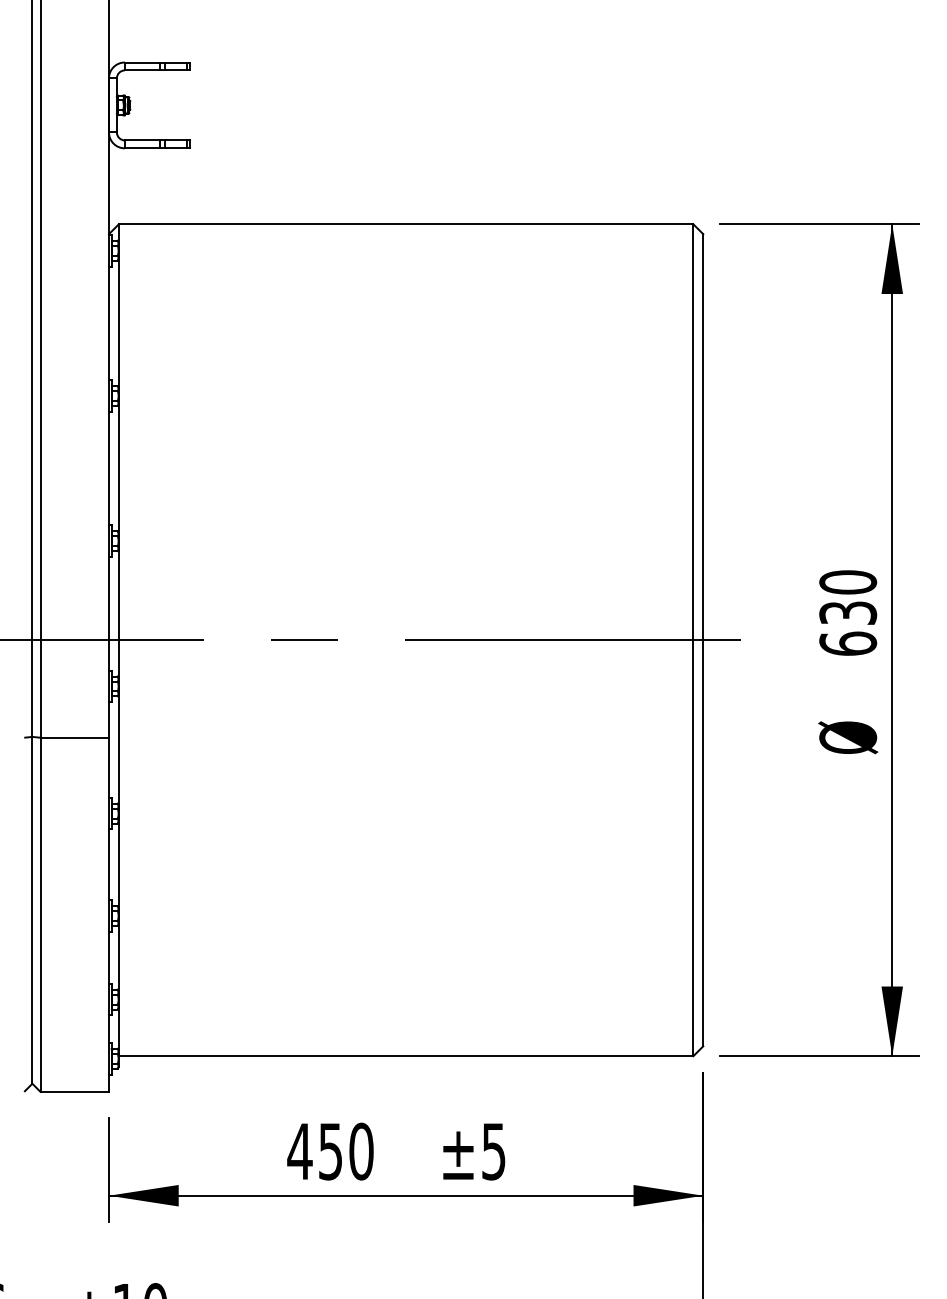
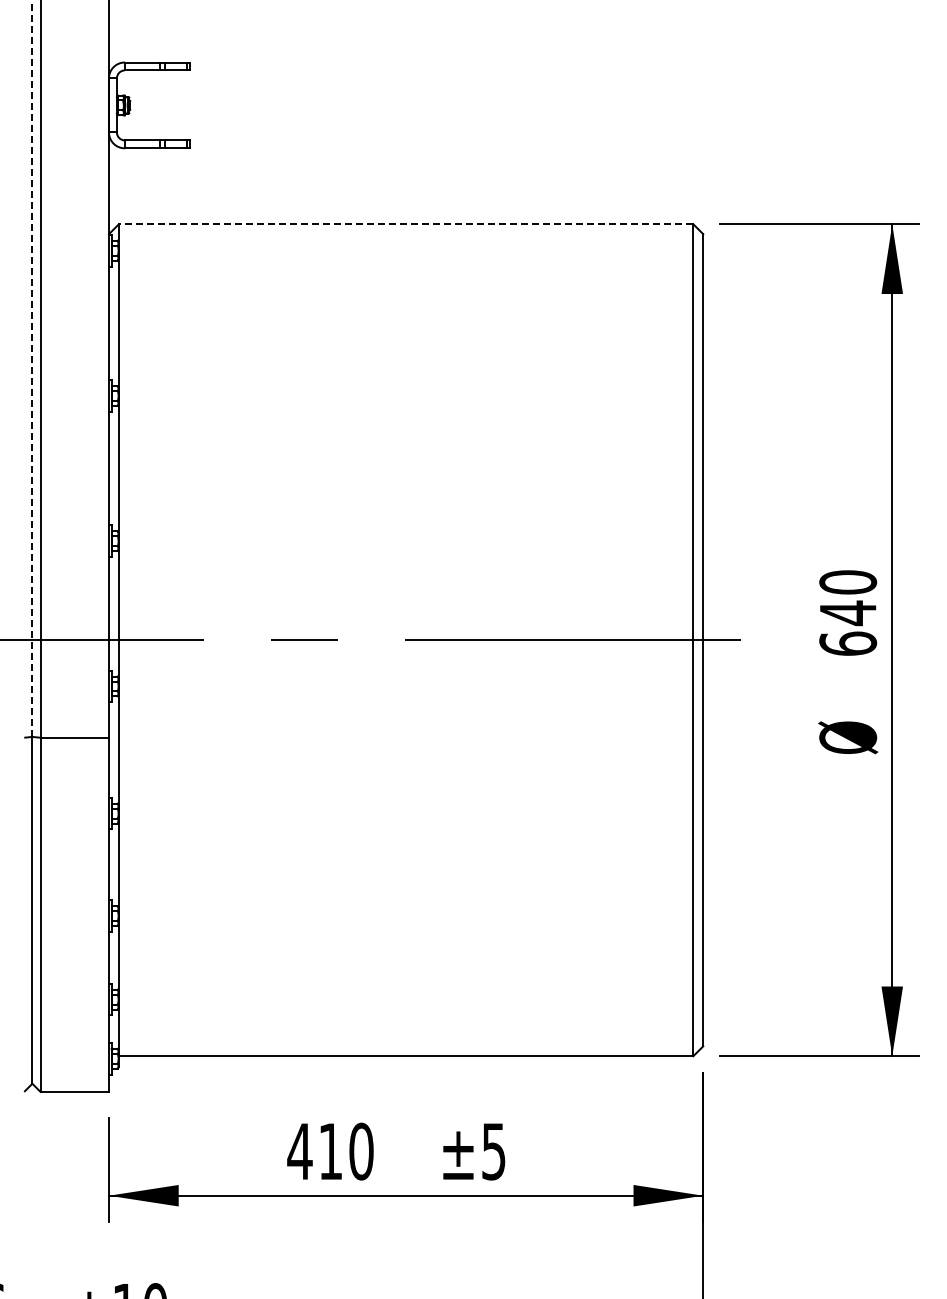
line at (405, 224): solid -> dashed
line at (32, 368): solid -> dashed
text at (848, 613): 630 -> 640
text at (330, 1151): 450 -> 410
